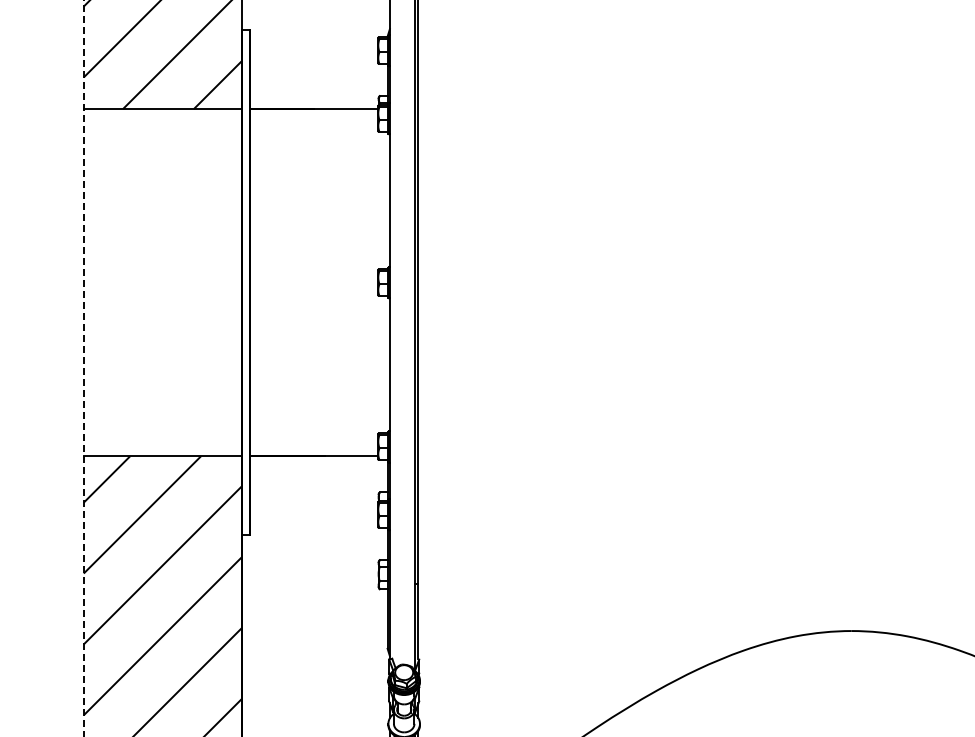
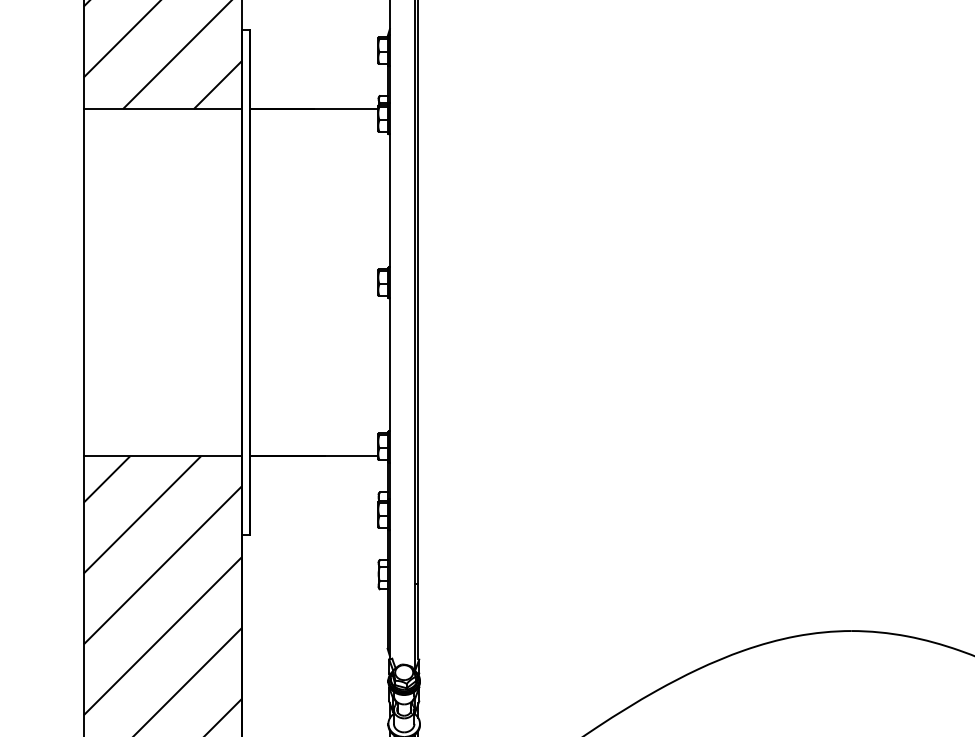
line at (83, 368): dashed -> solid
